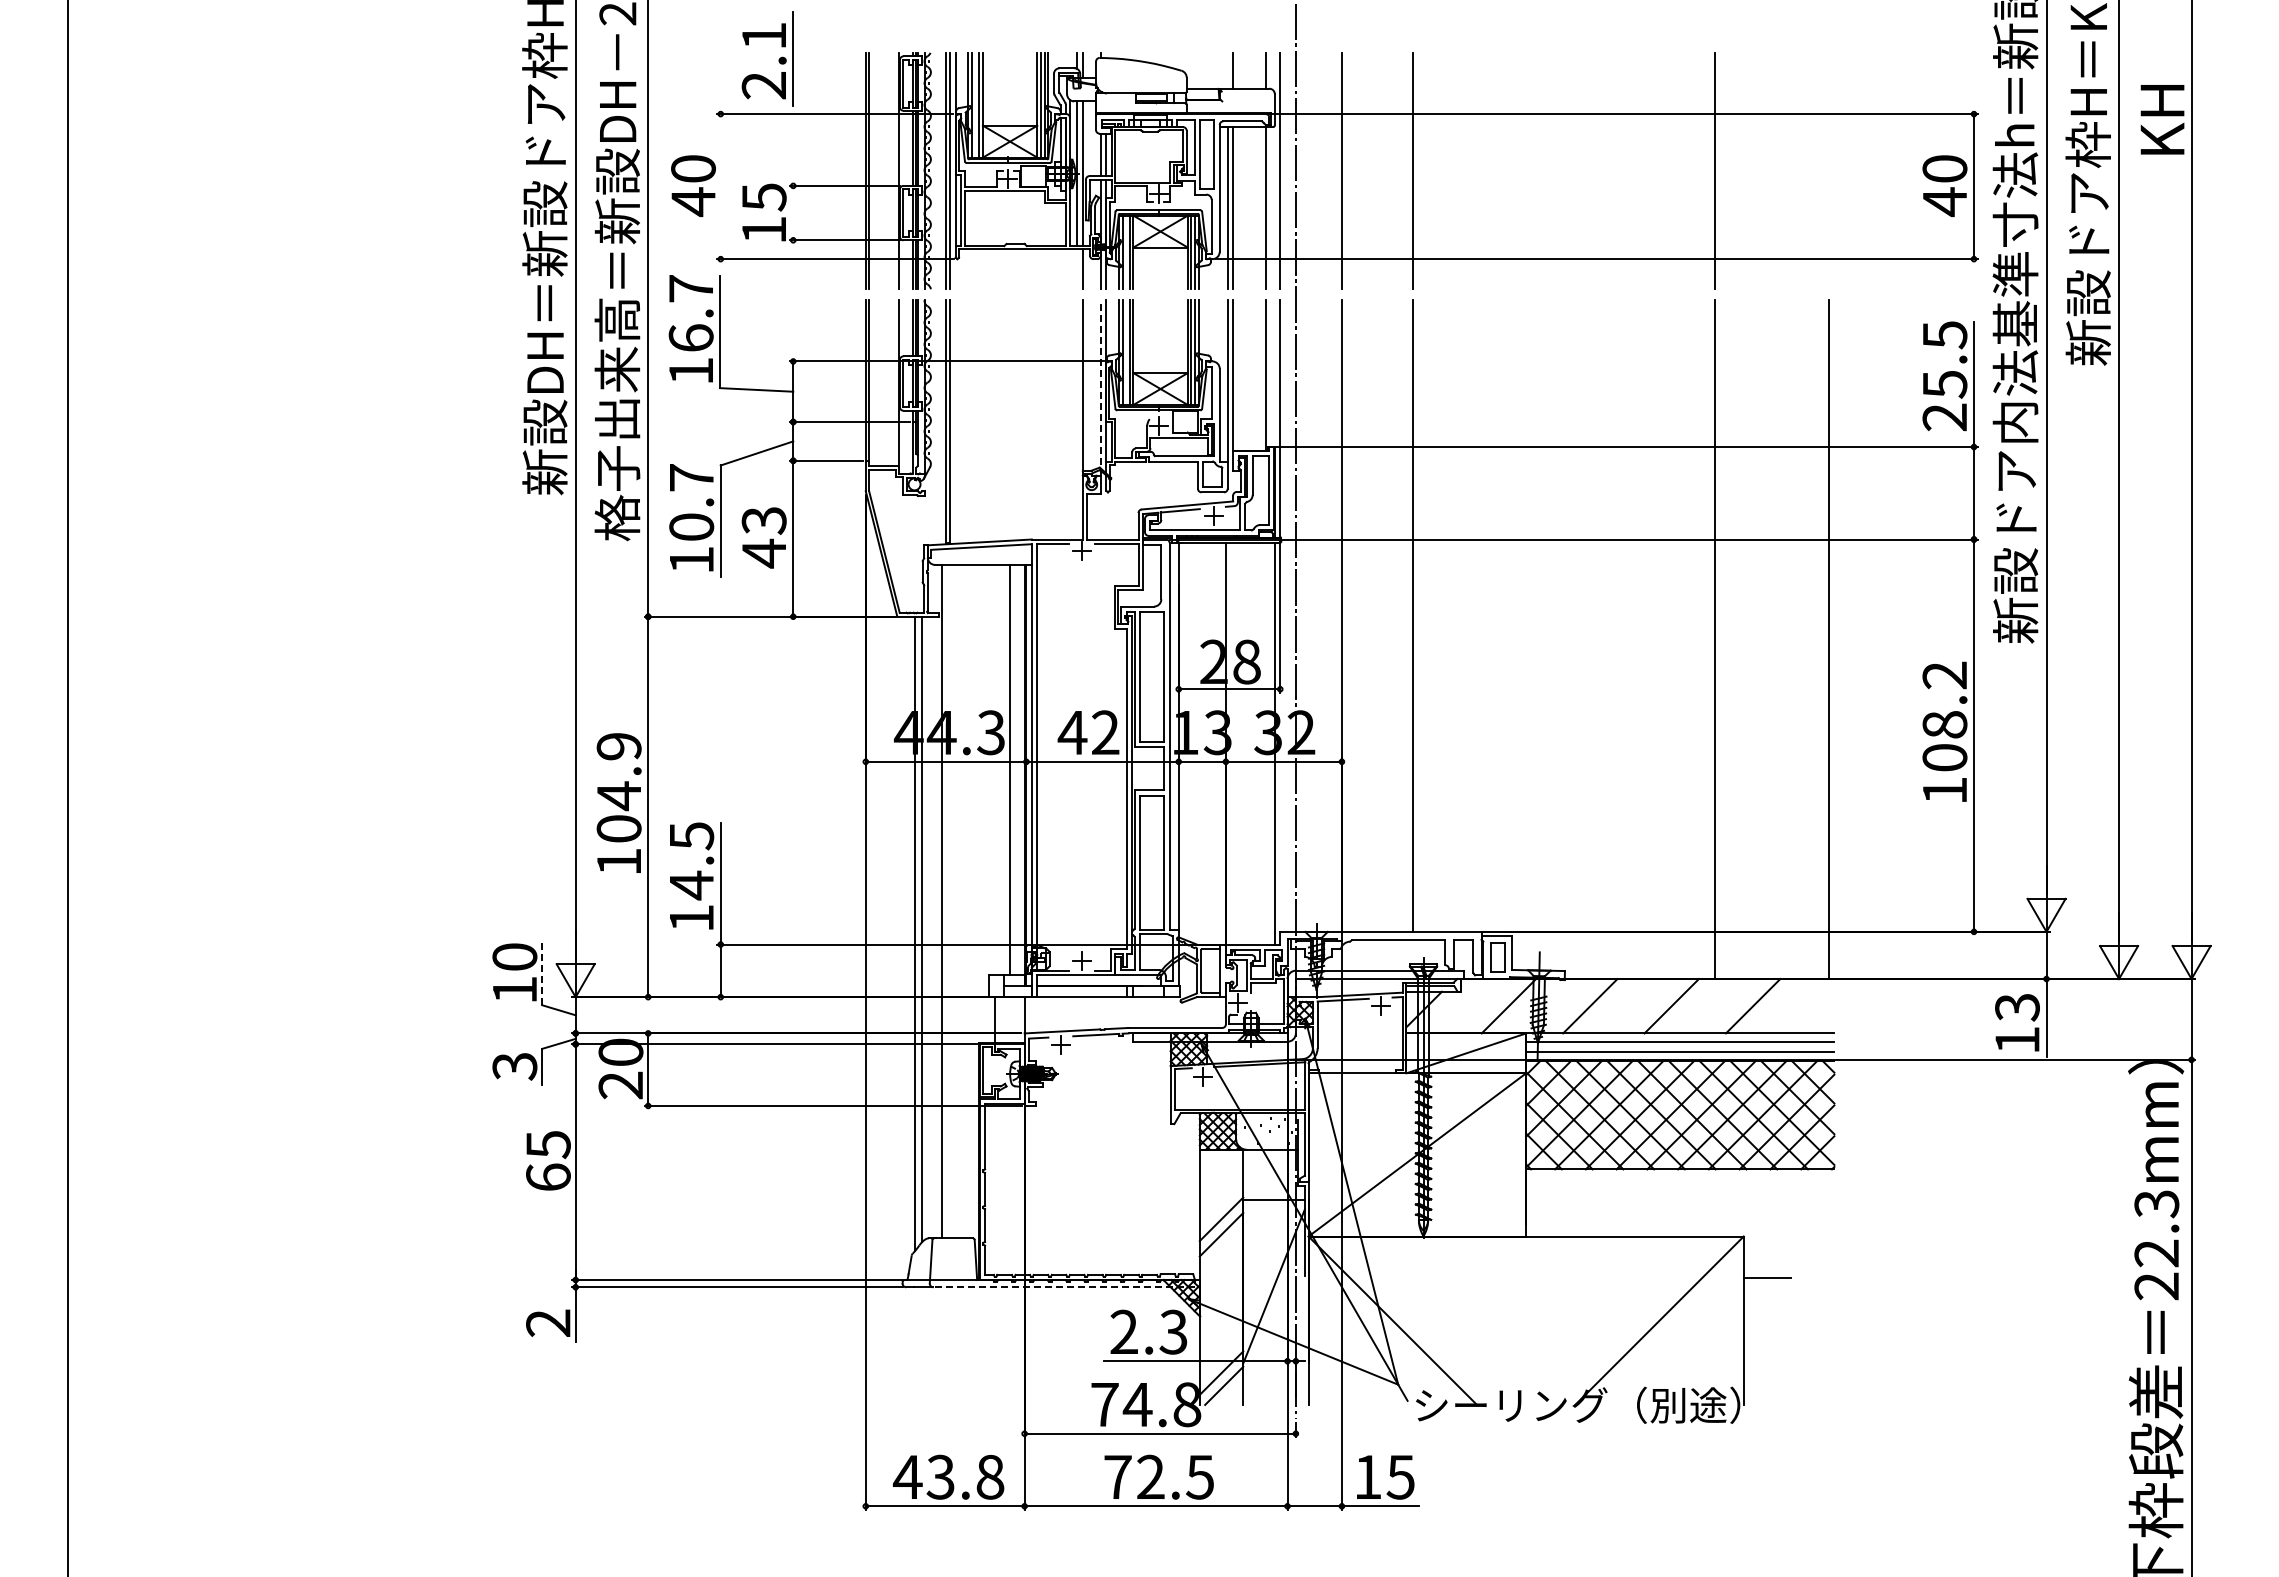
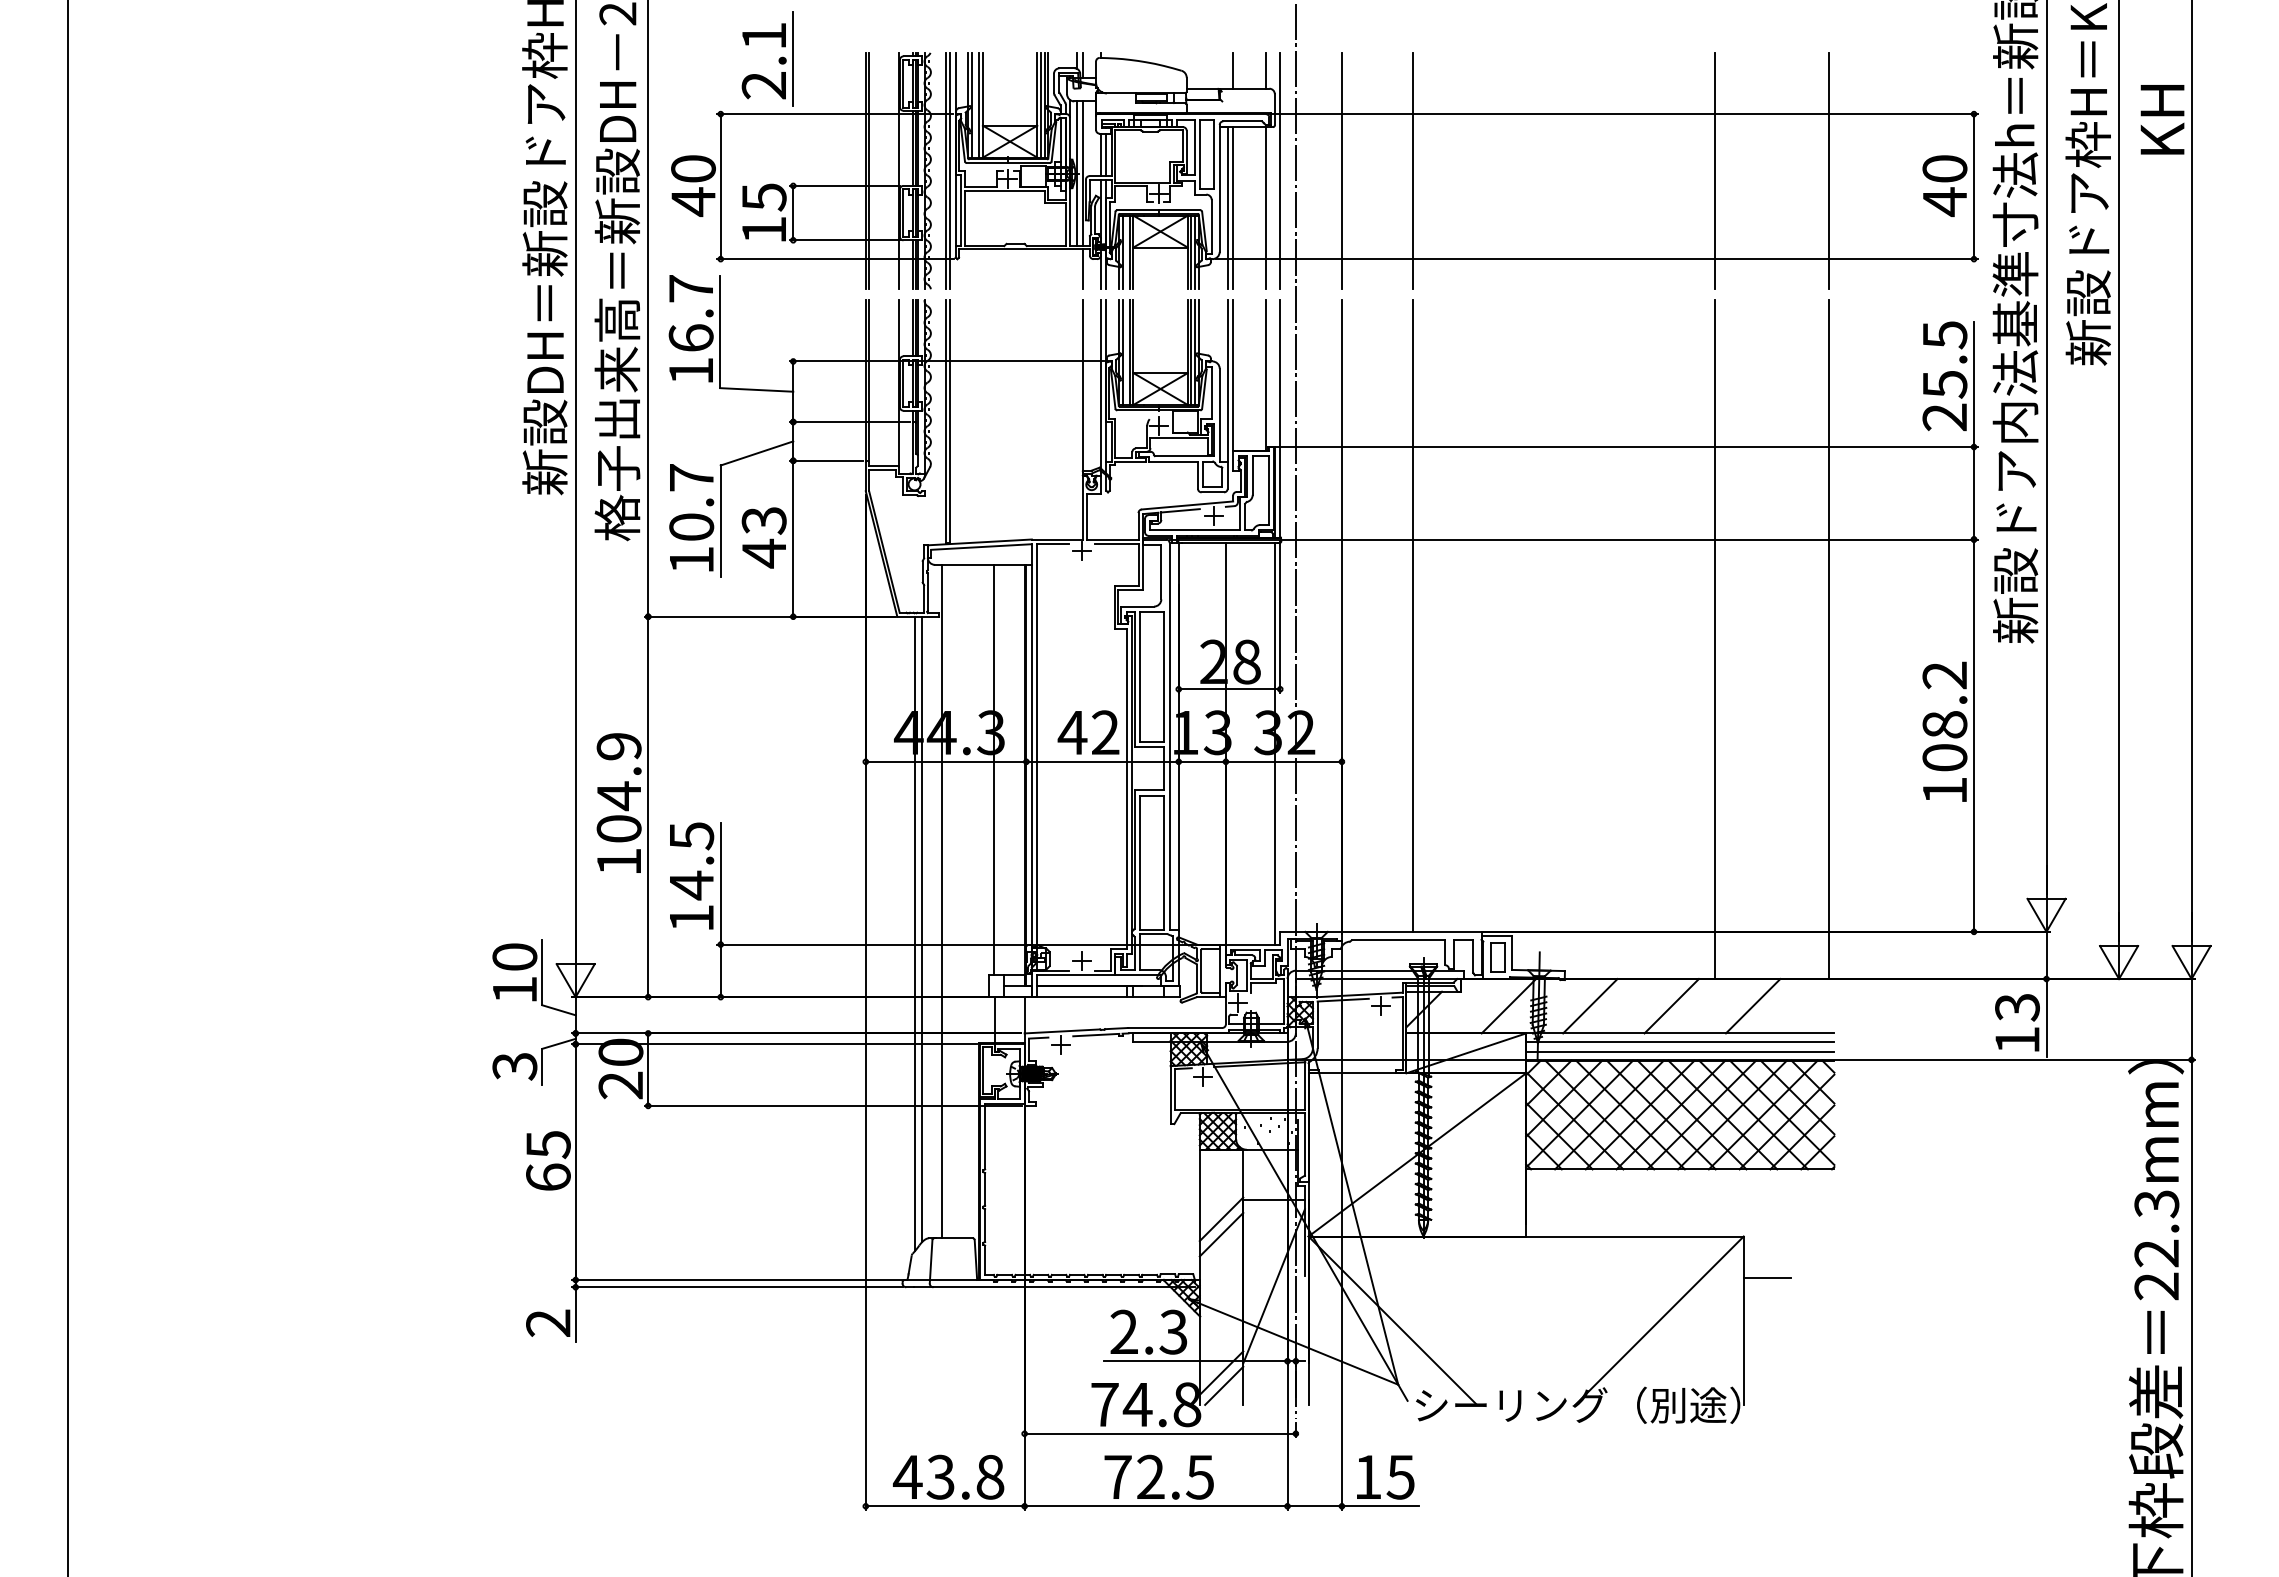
line at (1828, 170): none -> present
line at (720, 186): none -> present
line at (793, 212): none -> present
line at (1100, 388): dashed -> solid
line at (1009, 769) position: (1009, 769) -> (993, 769)
line at (542, 972): dashed -> solid
line at (1064, 1287): dashed -> solid
